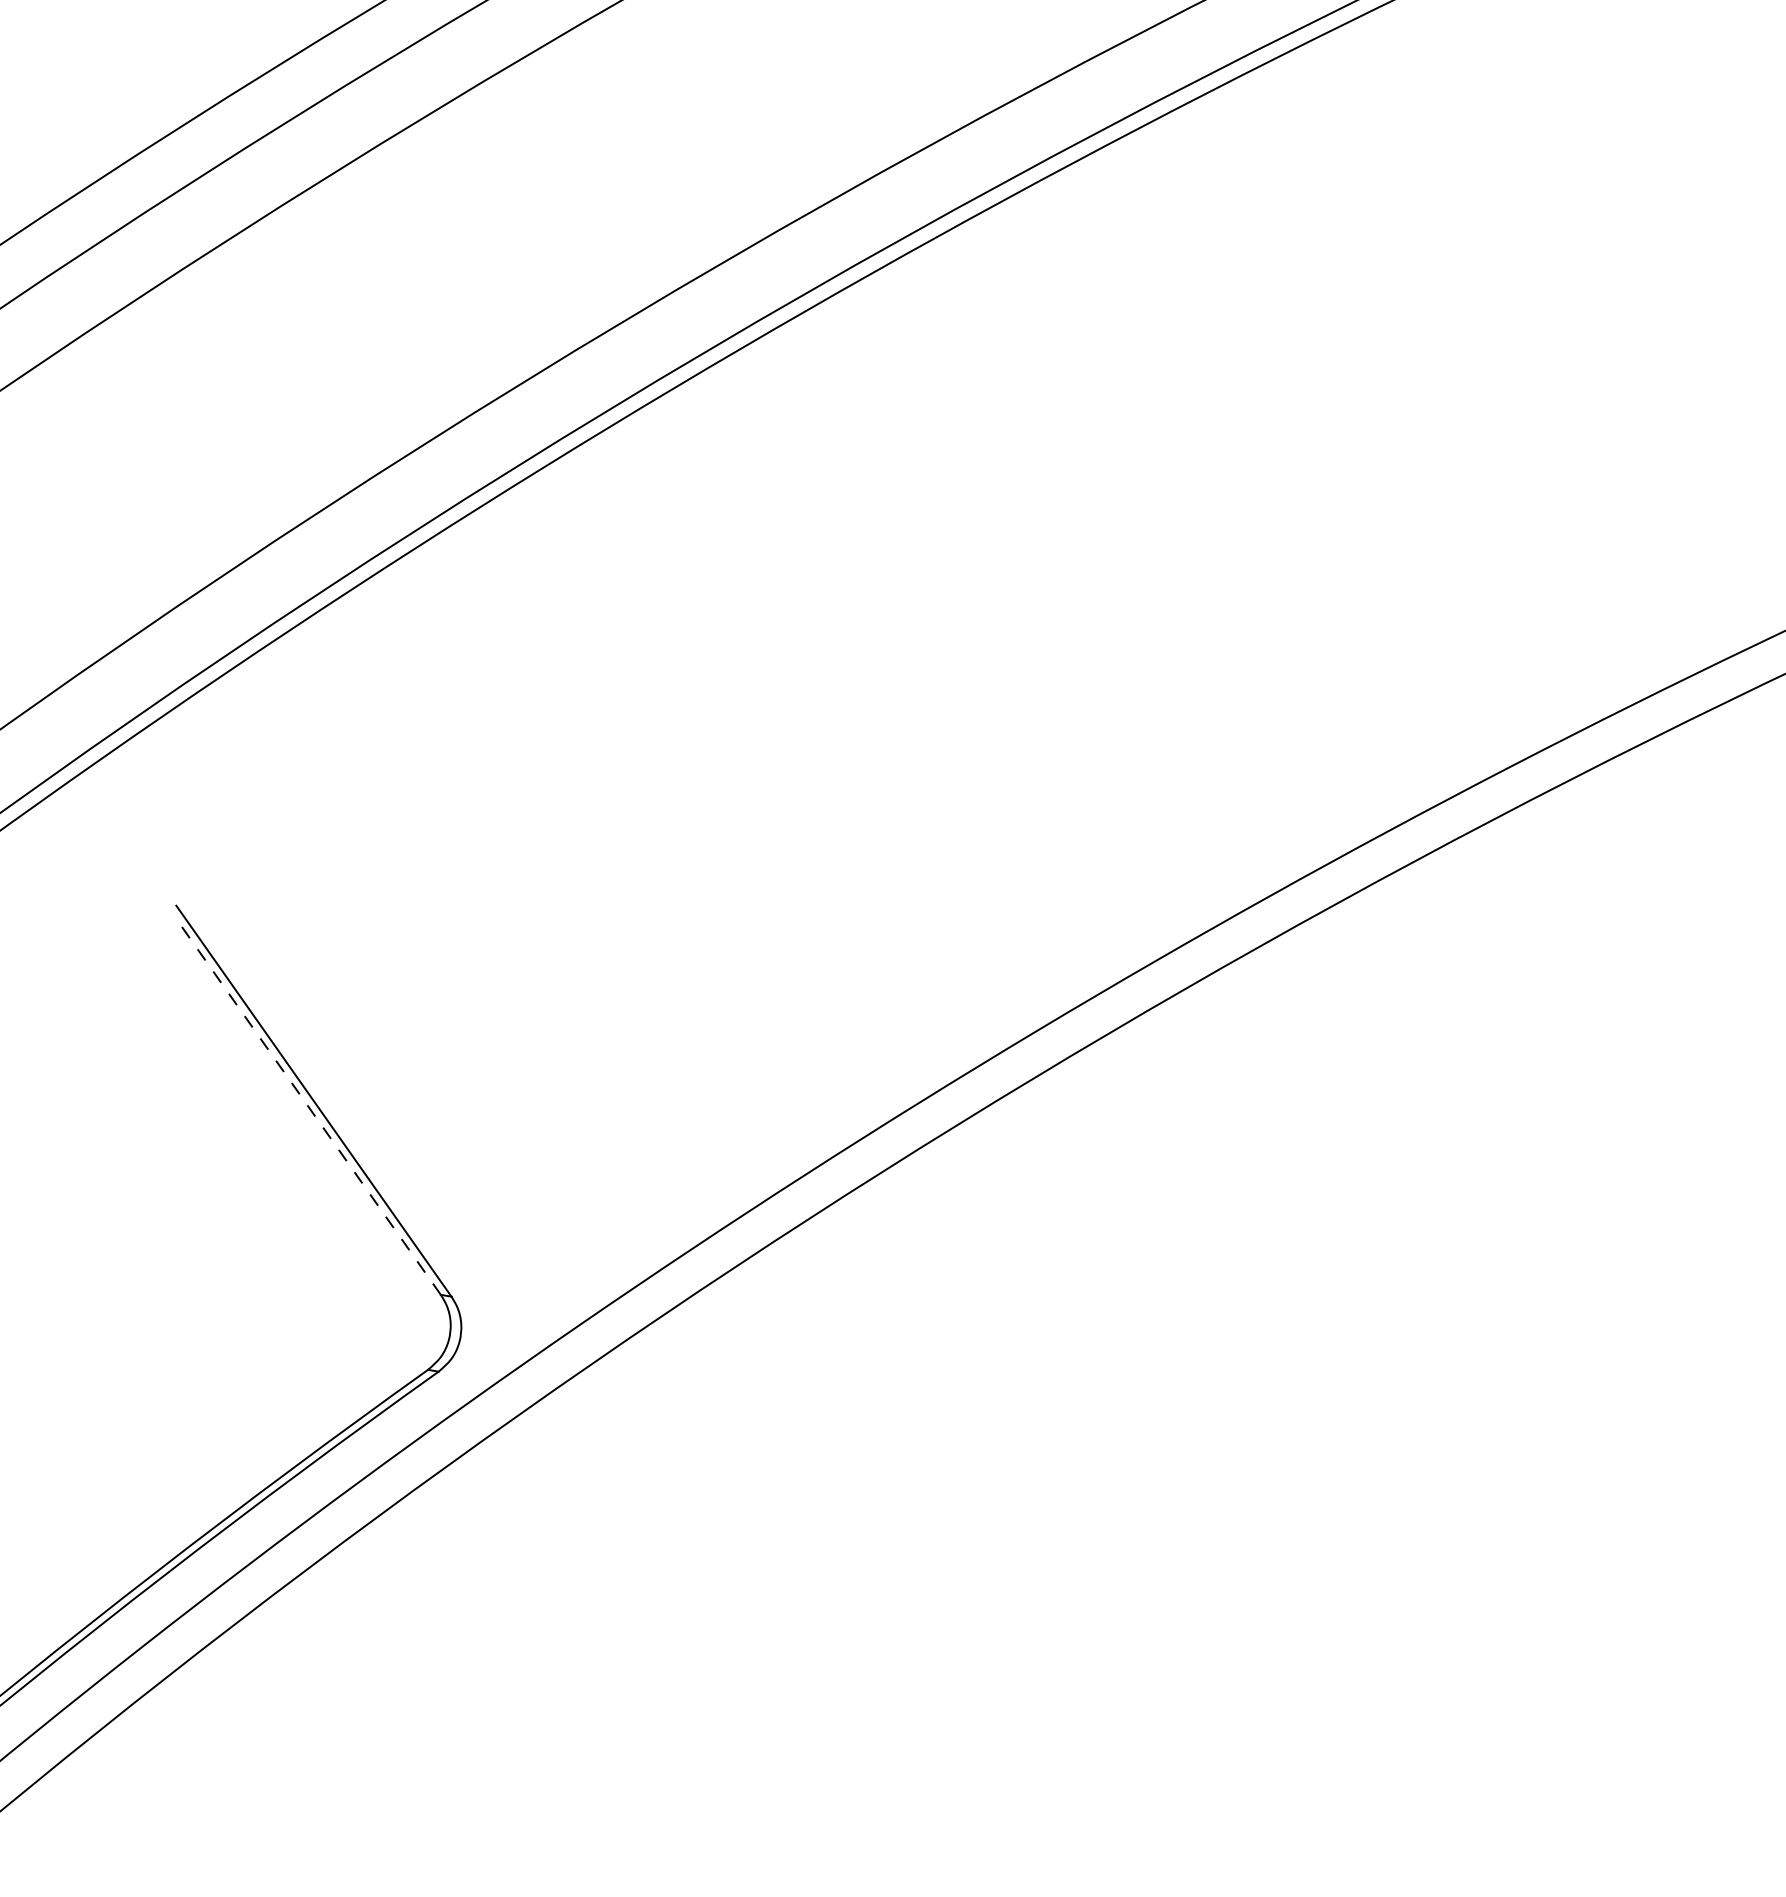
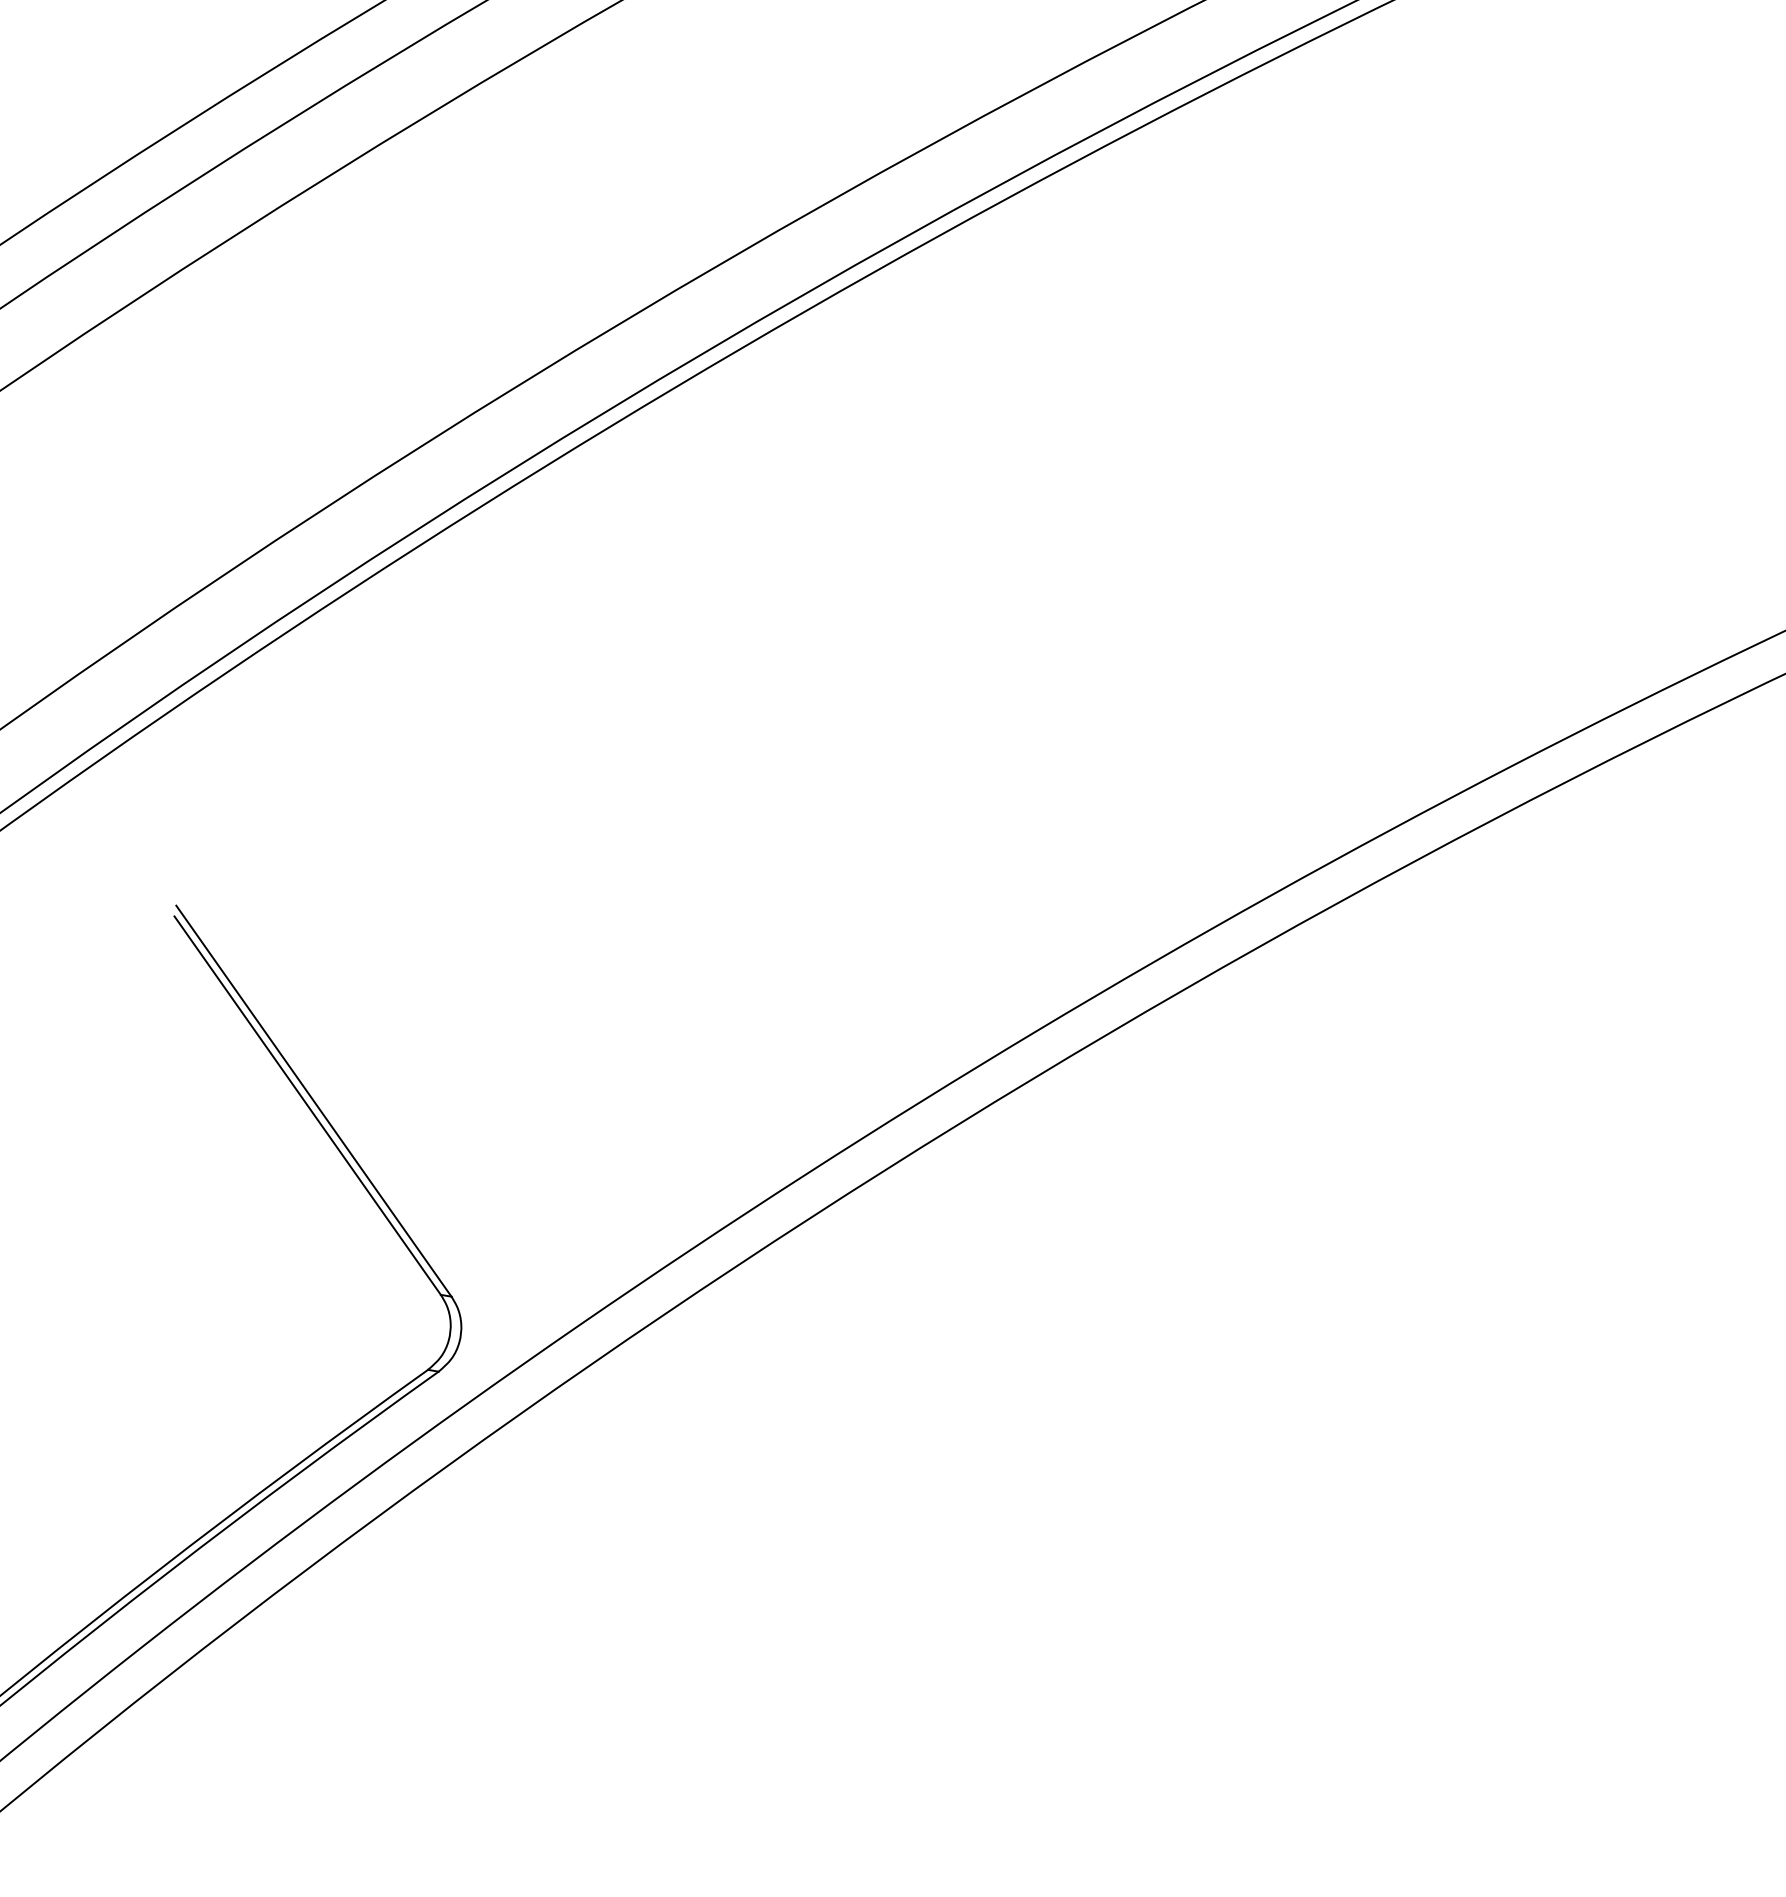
line at (307, 1105): dashed -> solid
